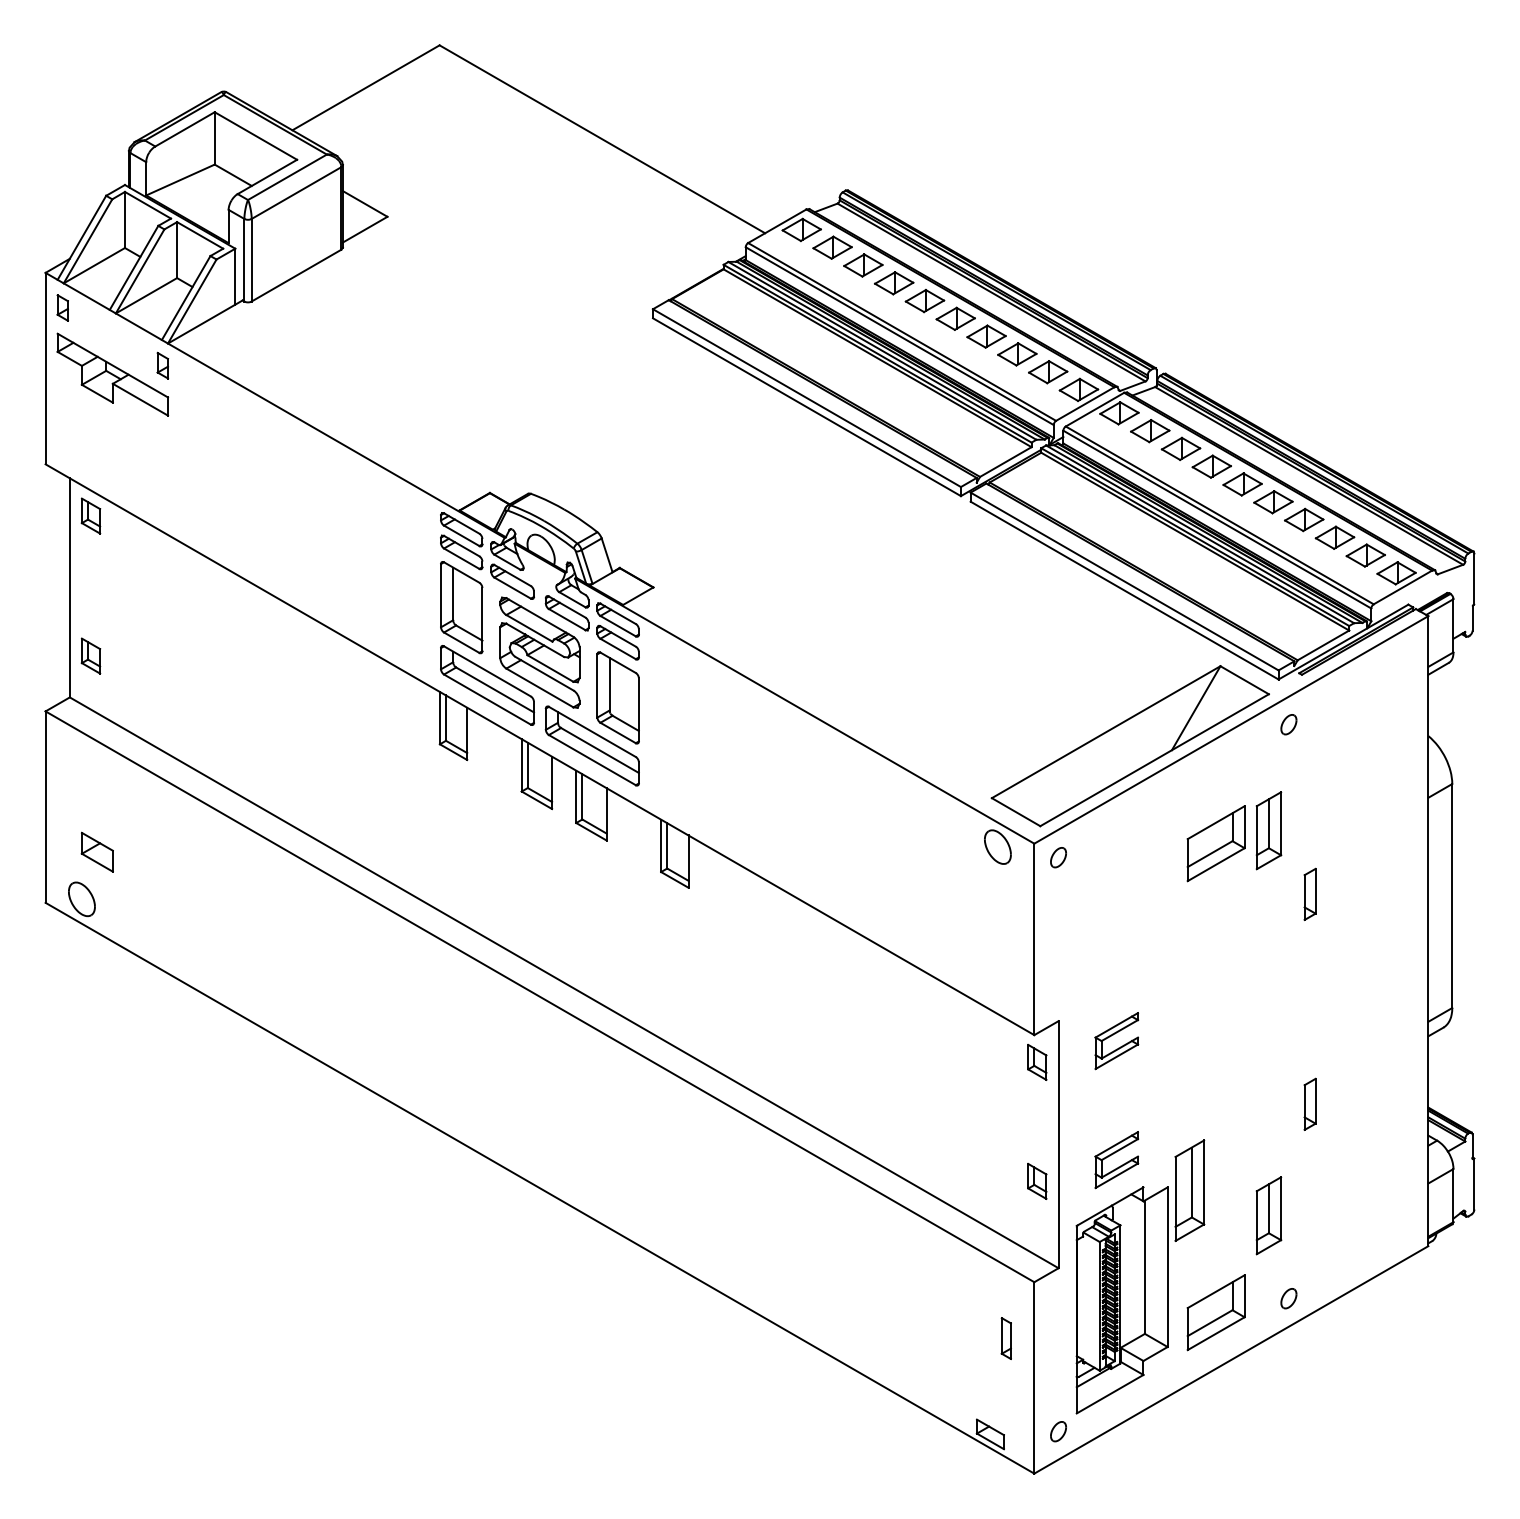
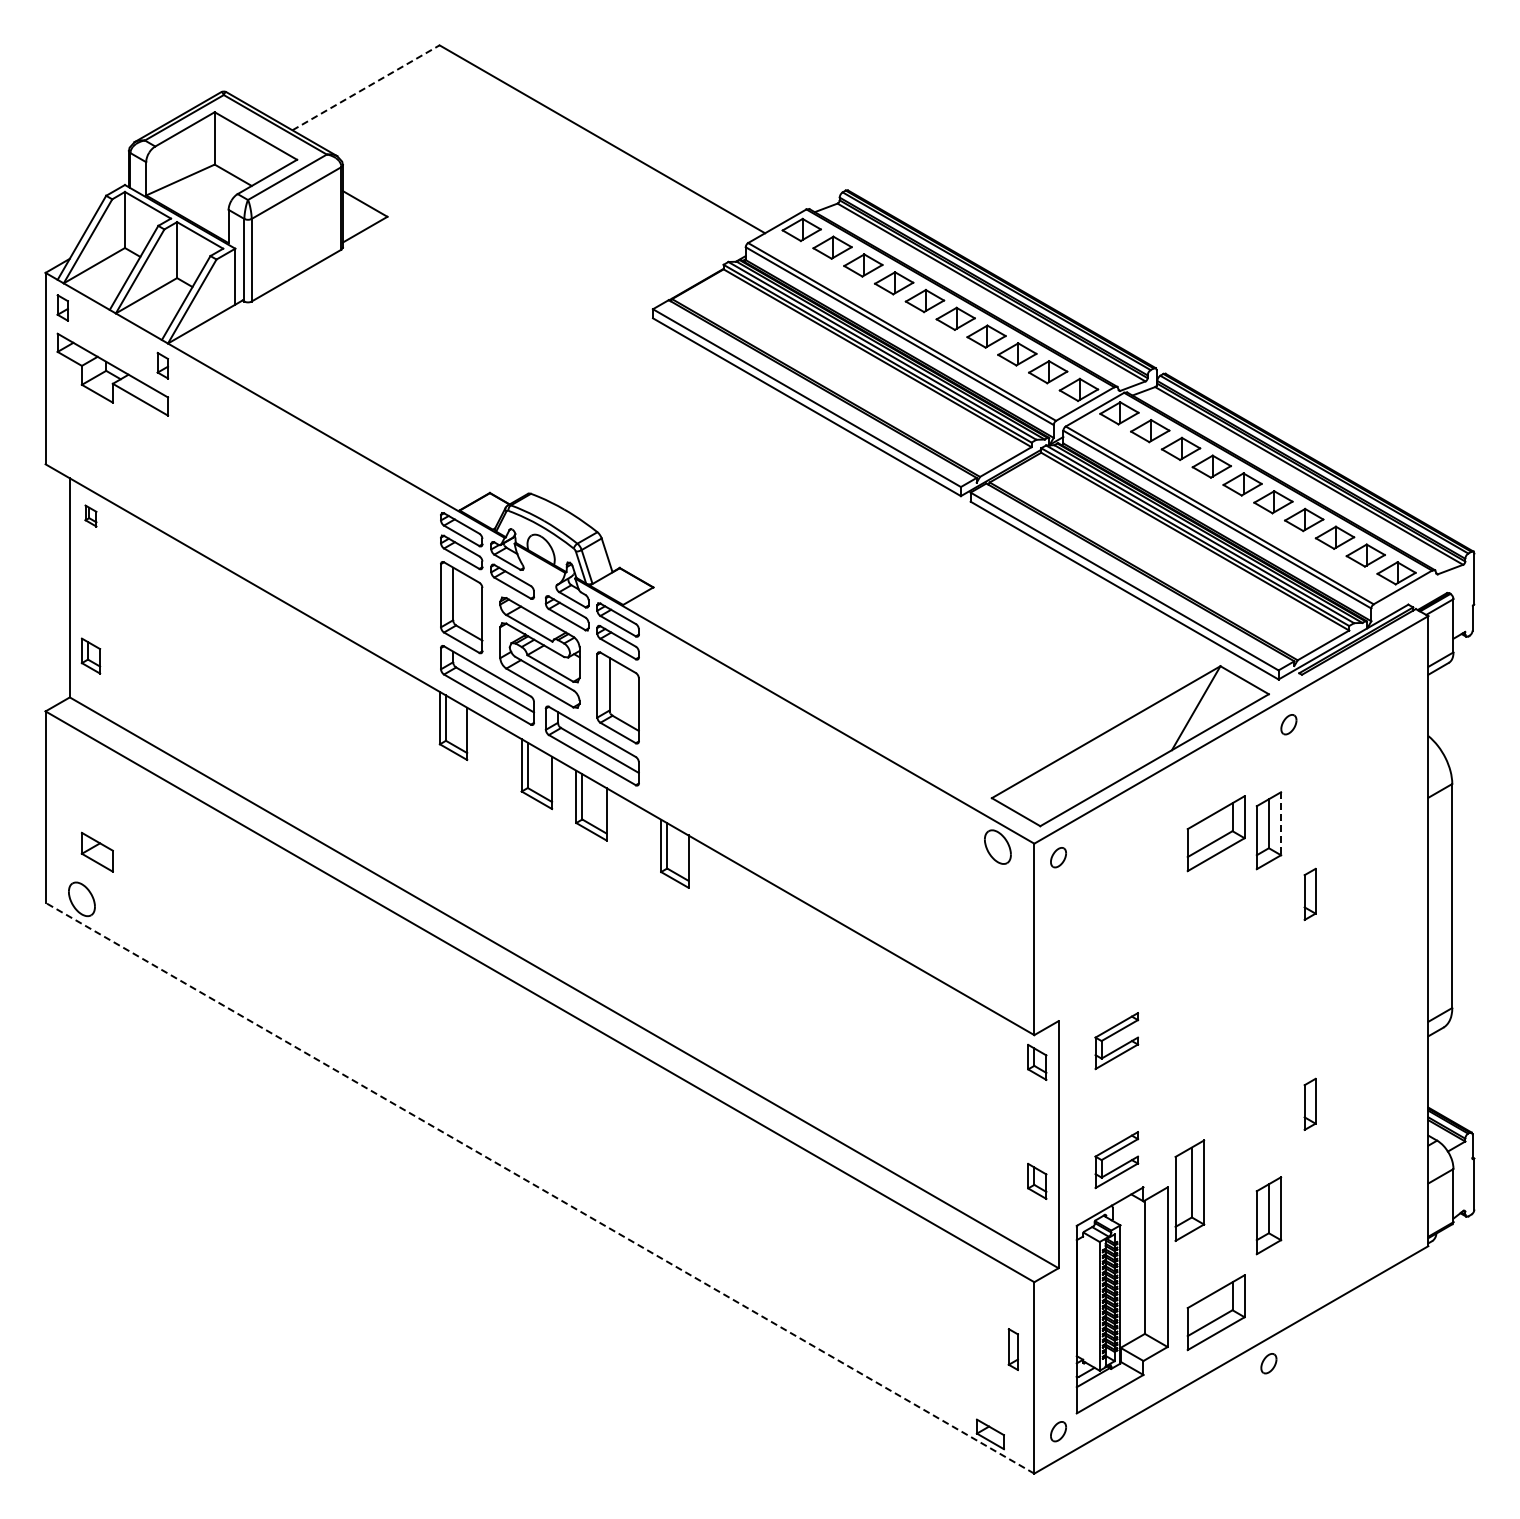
line at (366, 87): solid -> dashed
part at (90, 515) size: 22x38 px -> 14x24 px
line at (1281, 823): solid -> dashed
part at (1215, 843) position: (1215, 843) -> (1215, 833)
line at (539, 1188): solid -> dashed
part at (1288, 1298) position: (1288, 1298) -> (1268, 1363)
part at (1005, 1338) position: (1005, 1338) -> (1012, 1349)
